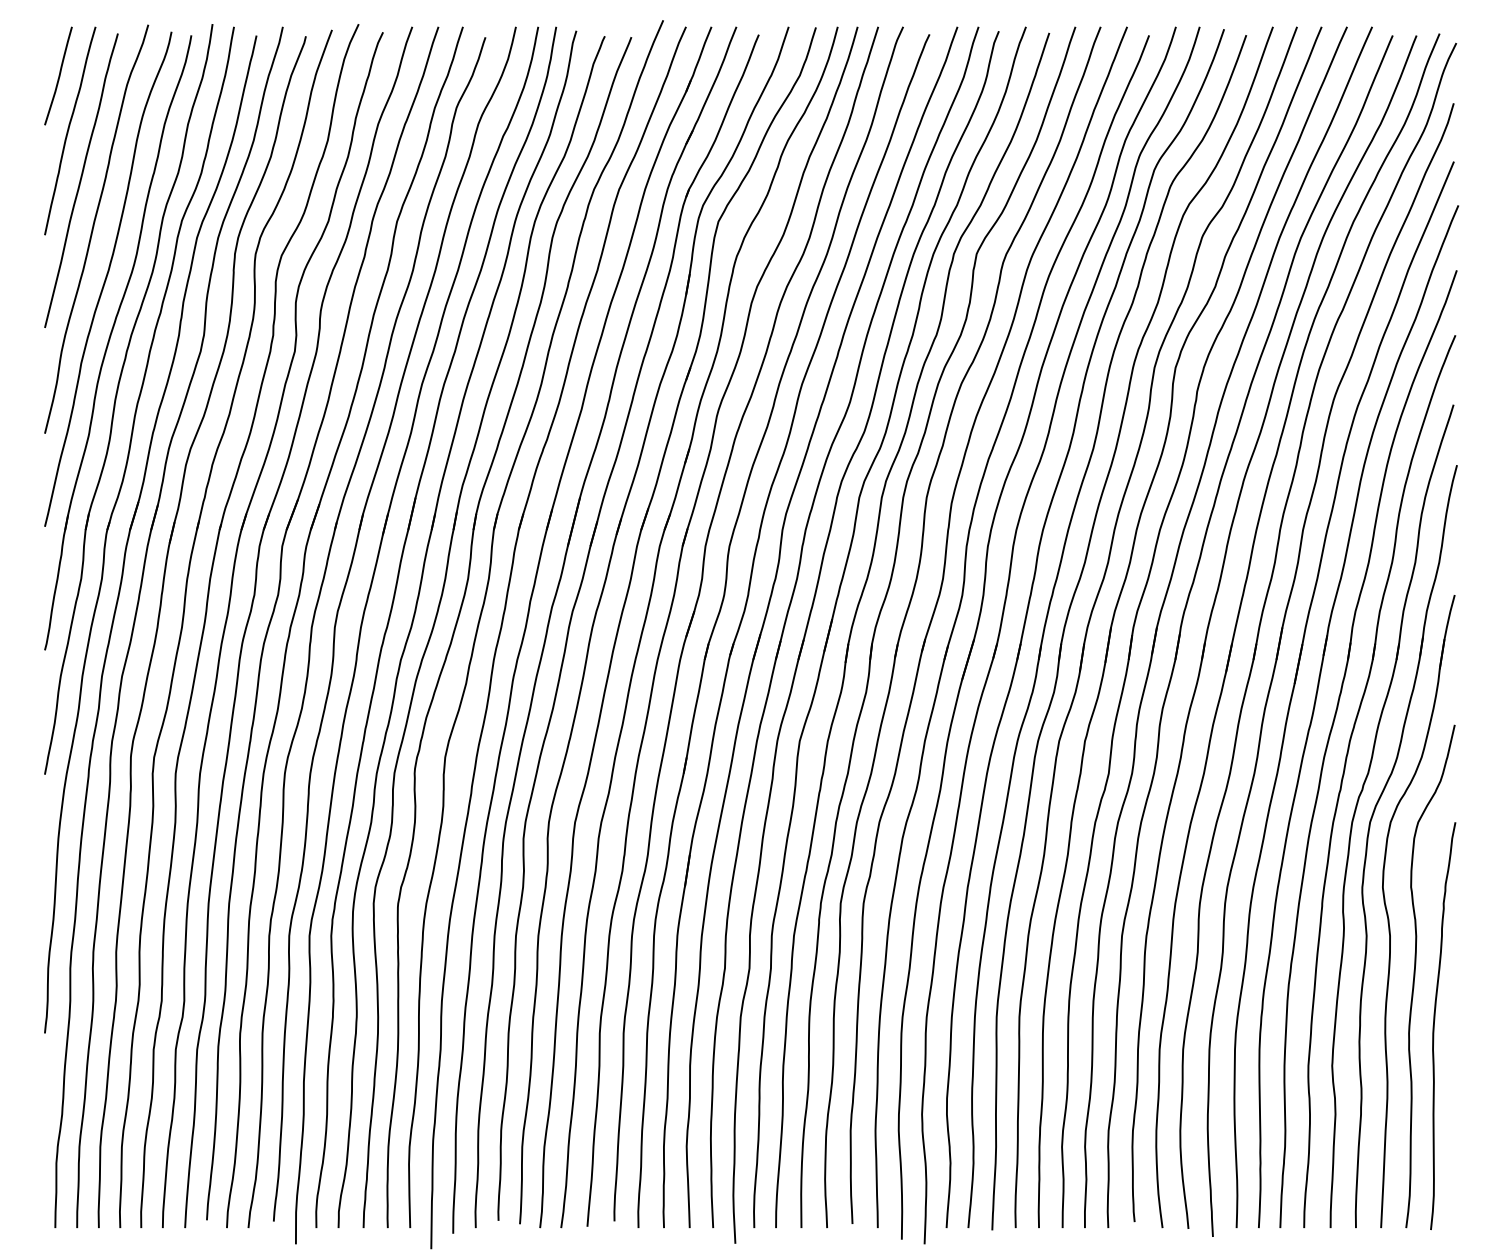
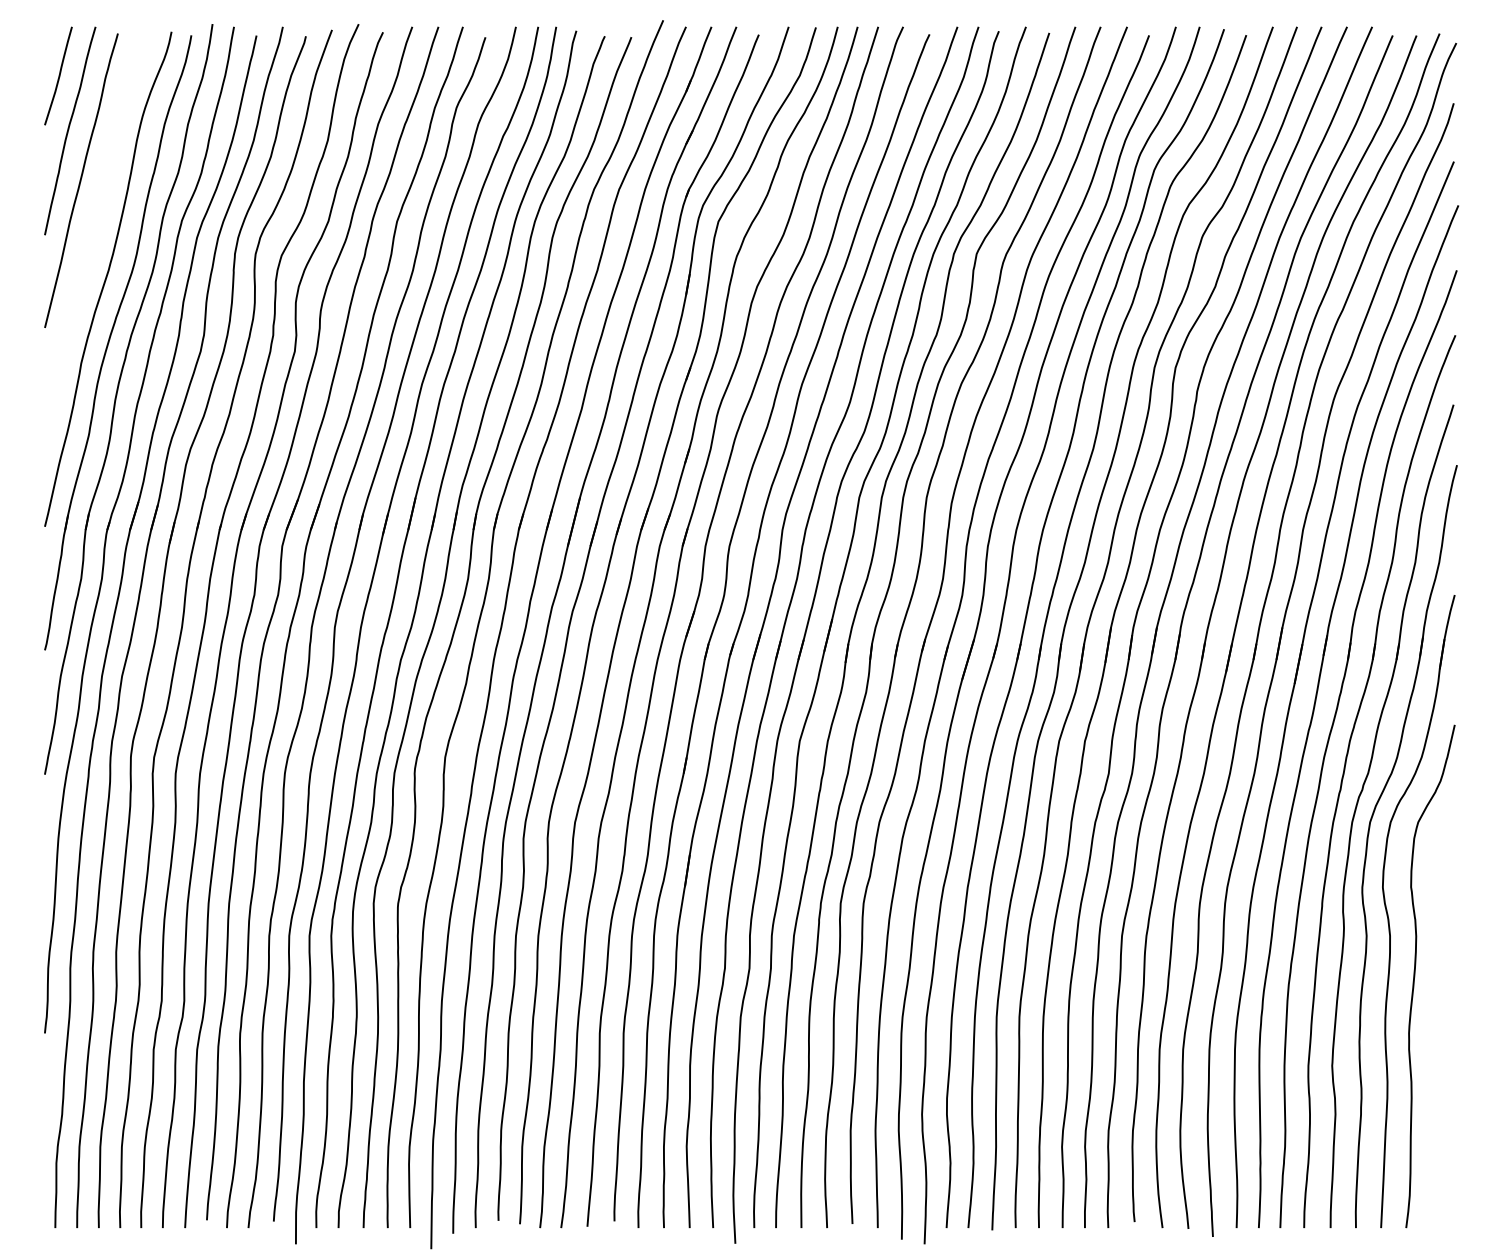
curve at (94, 226): present -> none
curve at (1434, 1026): present -> none
